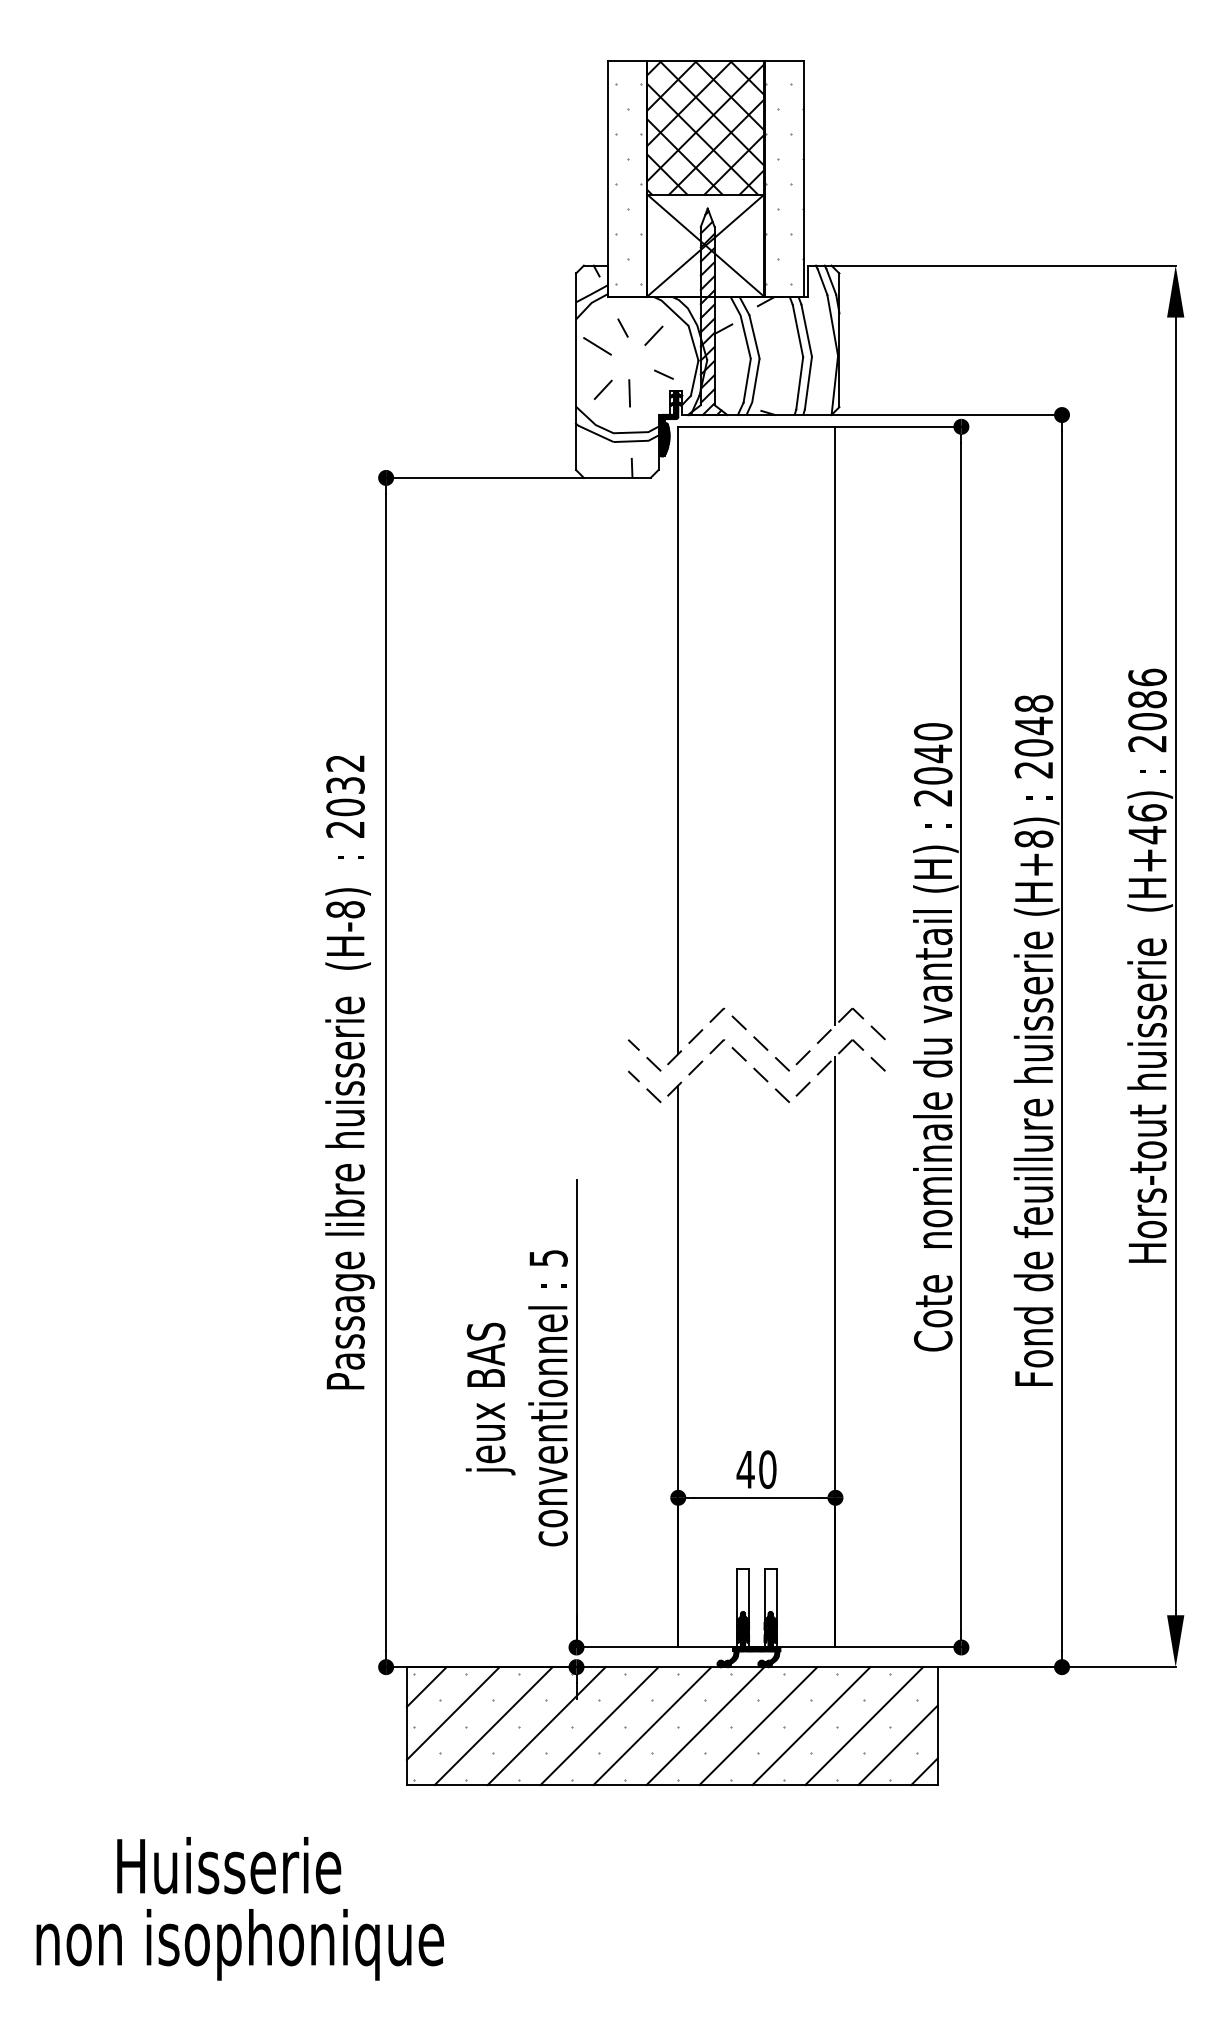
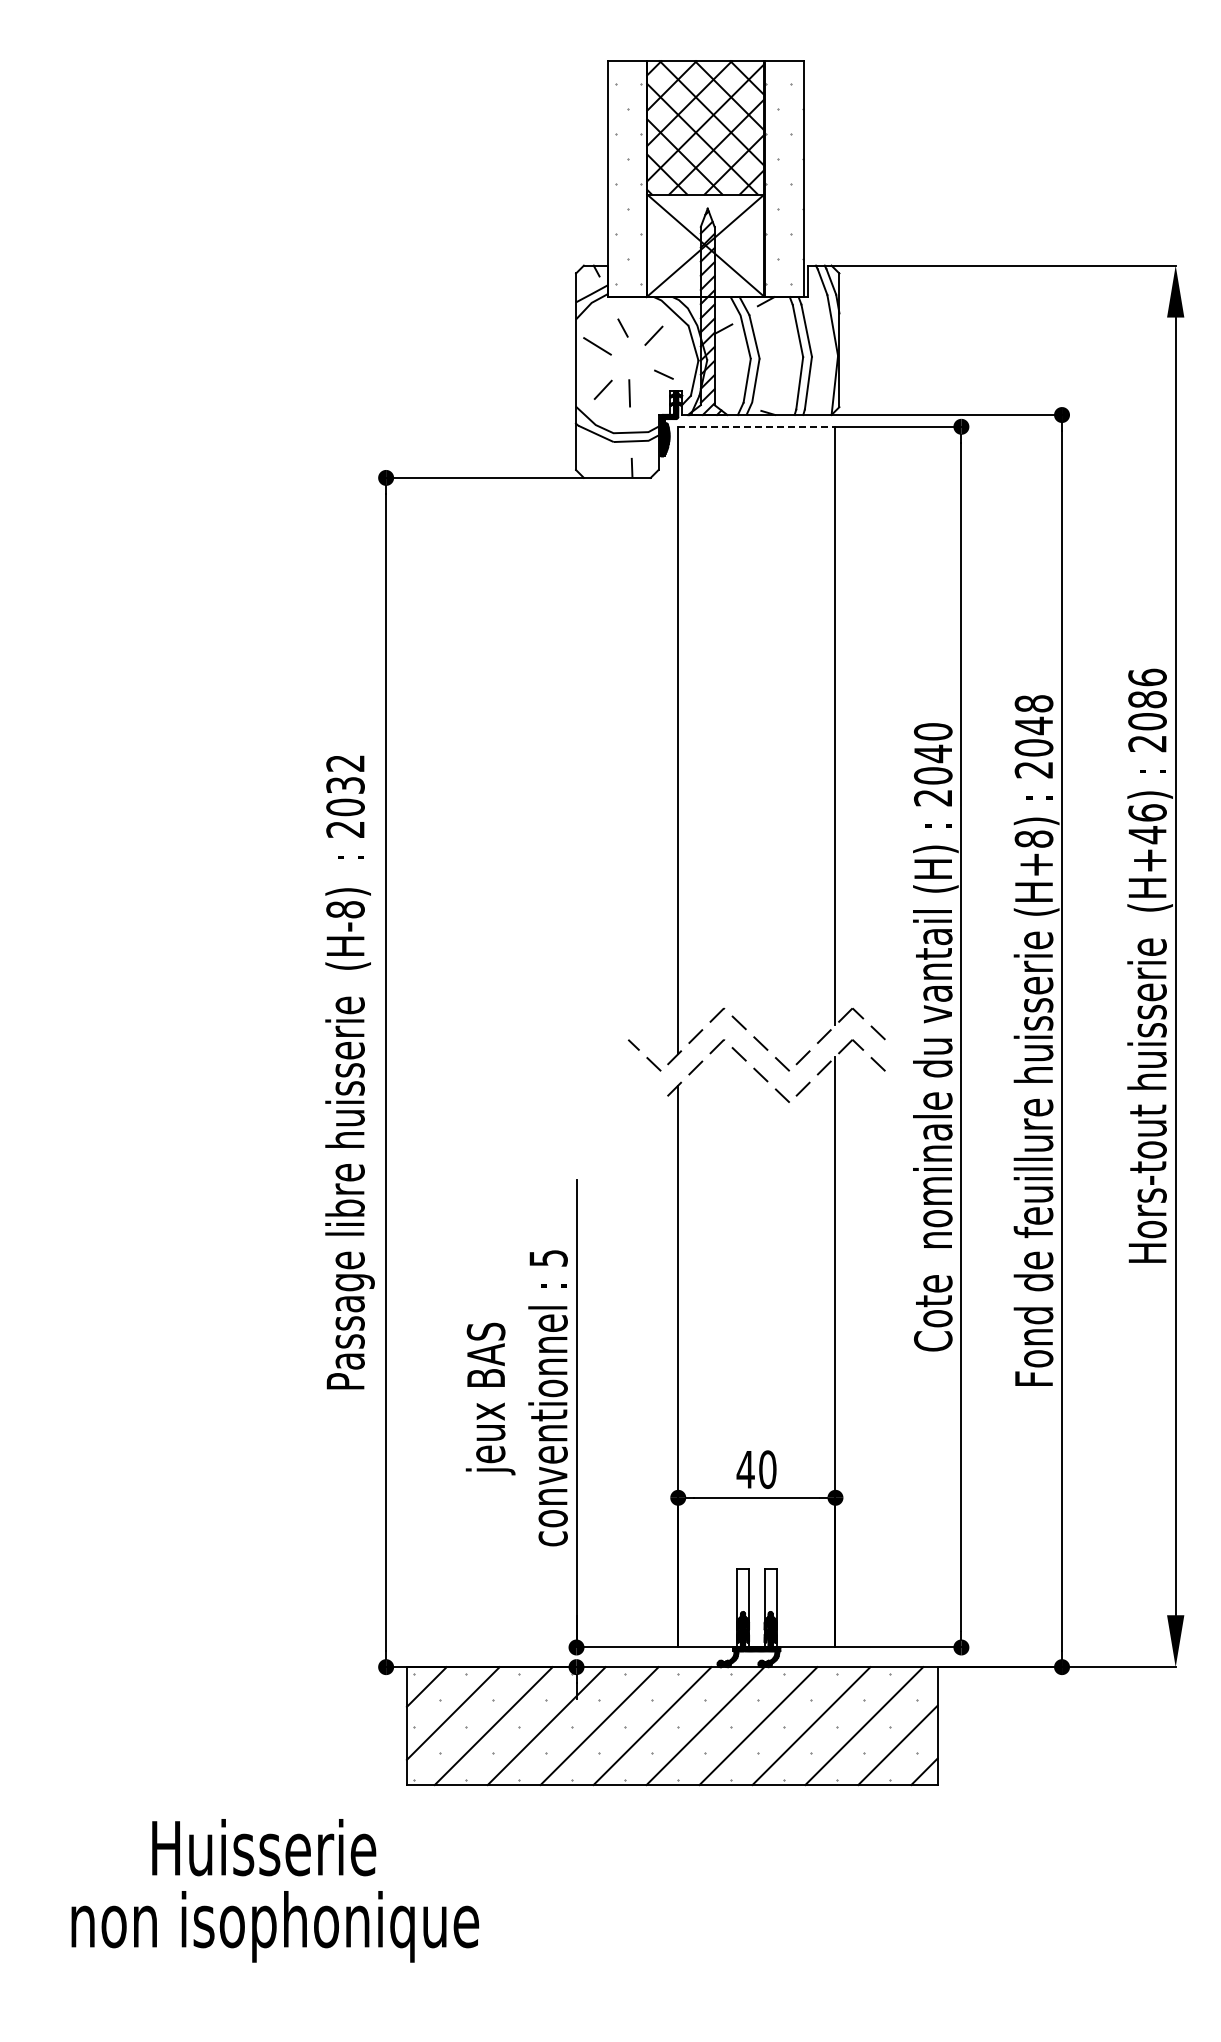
line at (756, 426): solid -> dashed
line at (647, 1088): present -> none
text at (239, 1908) position: (239, 1908) -> (274, 1890)
